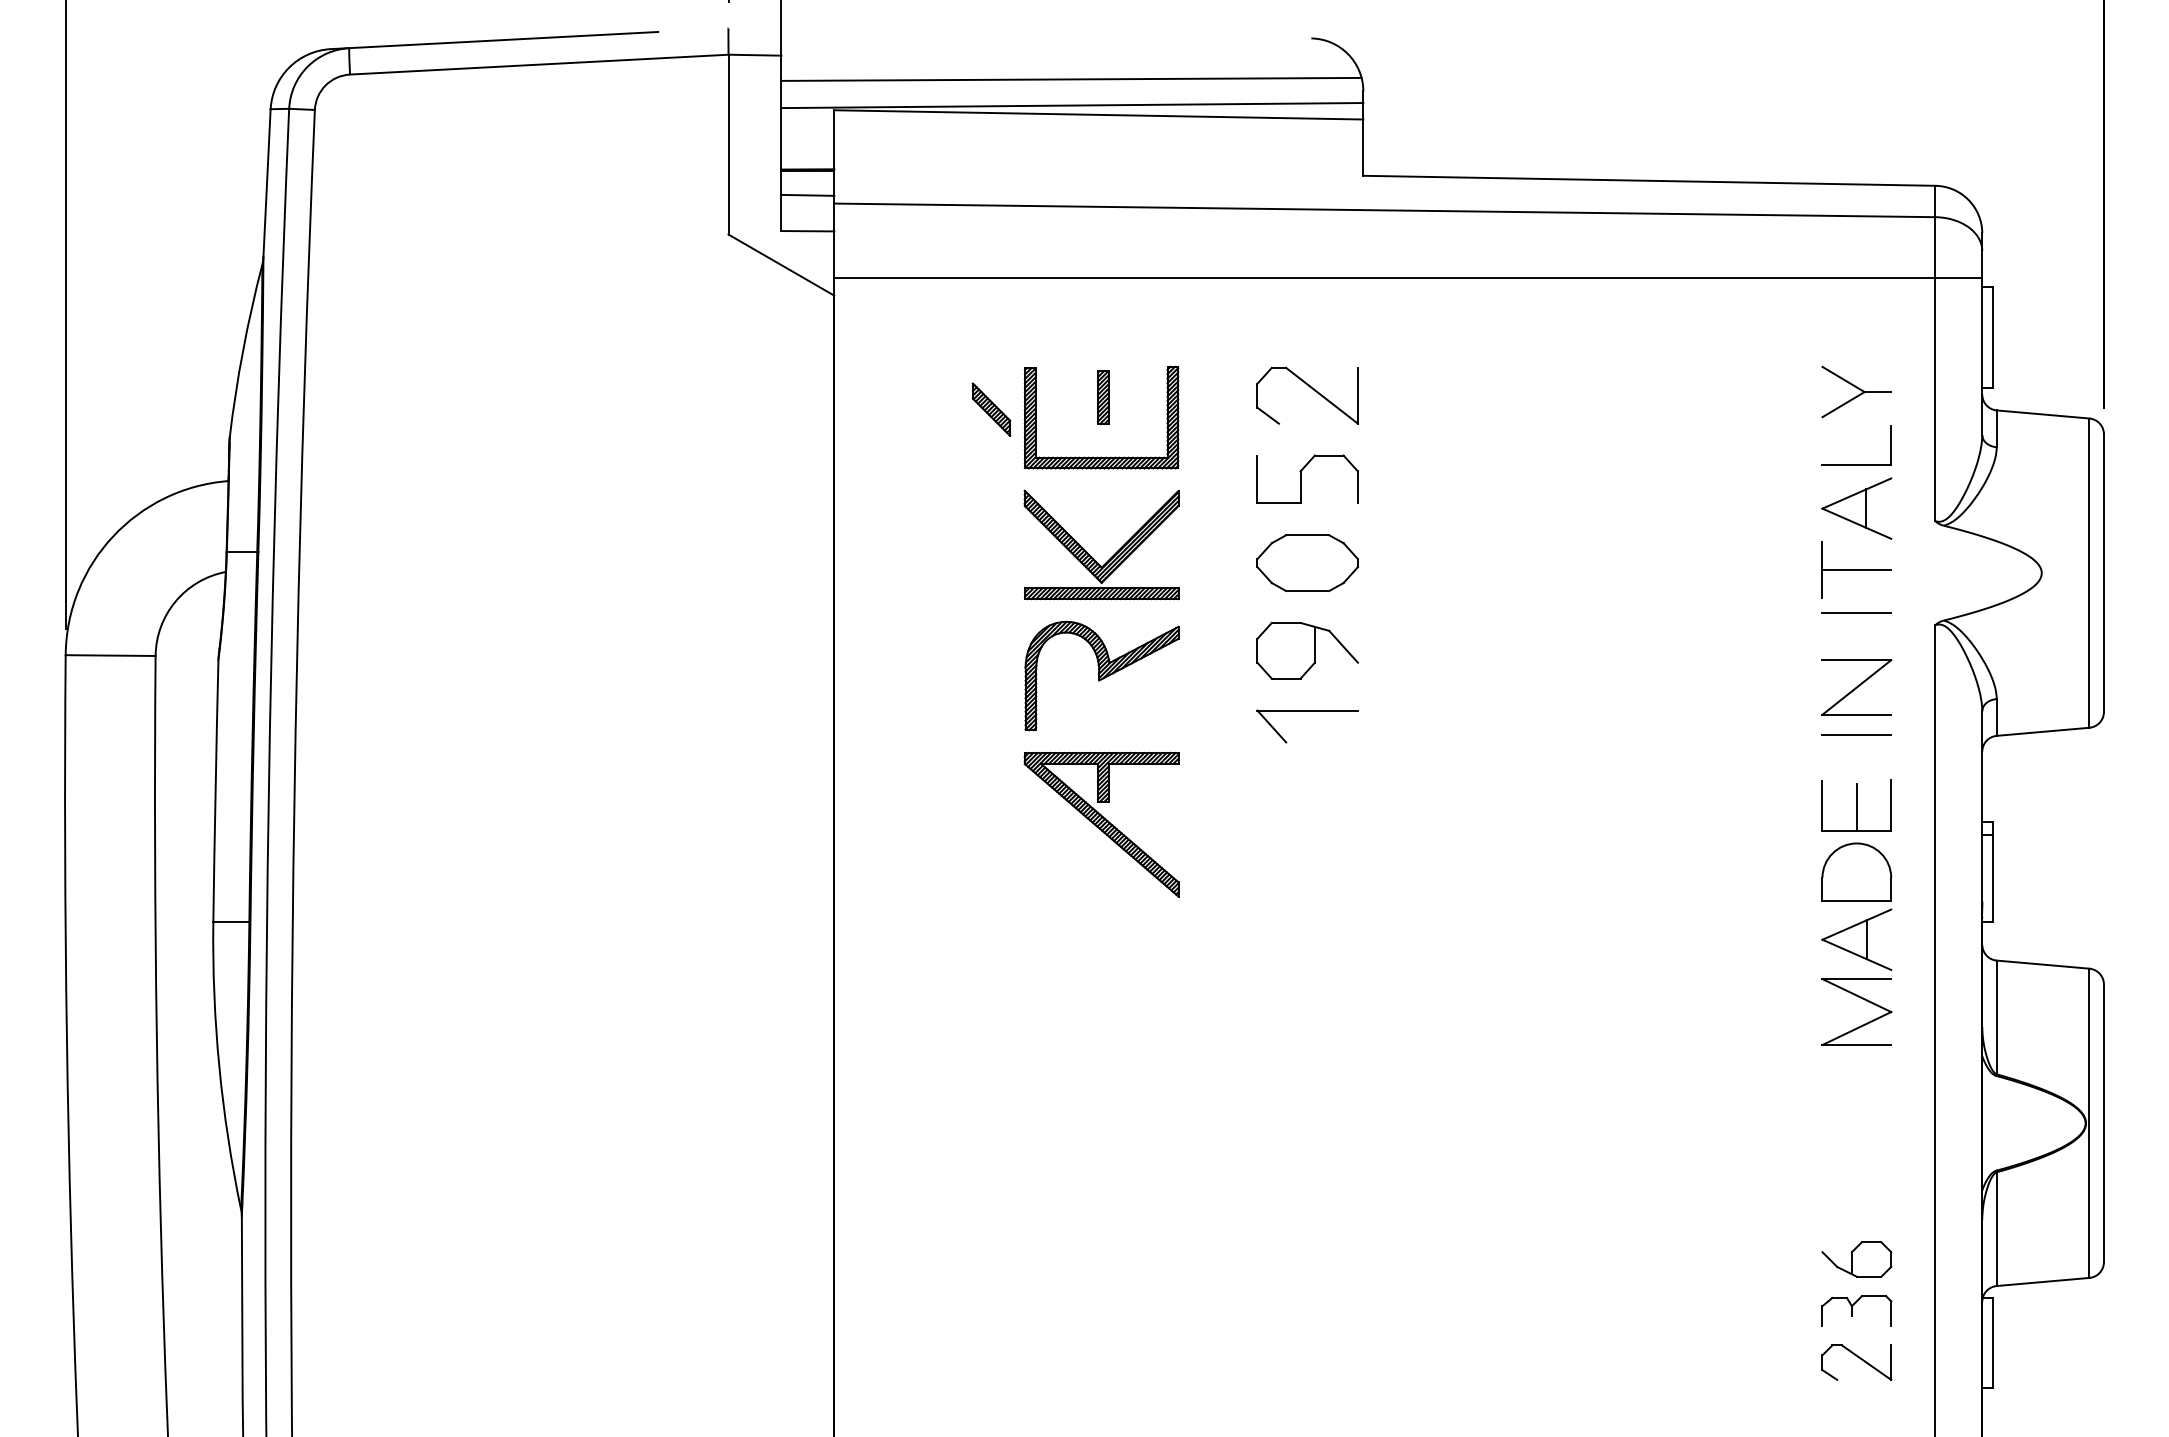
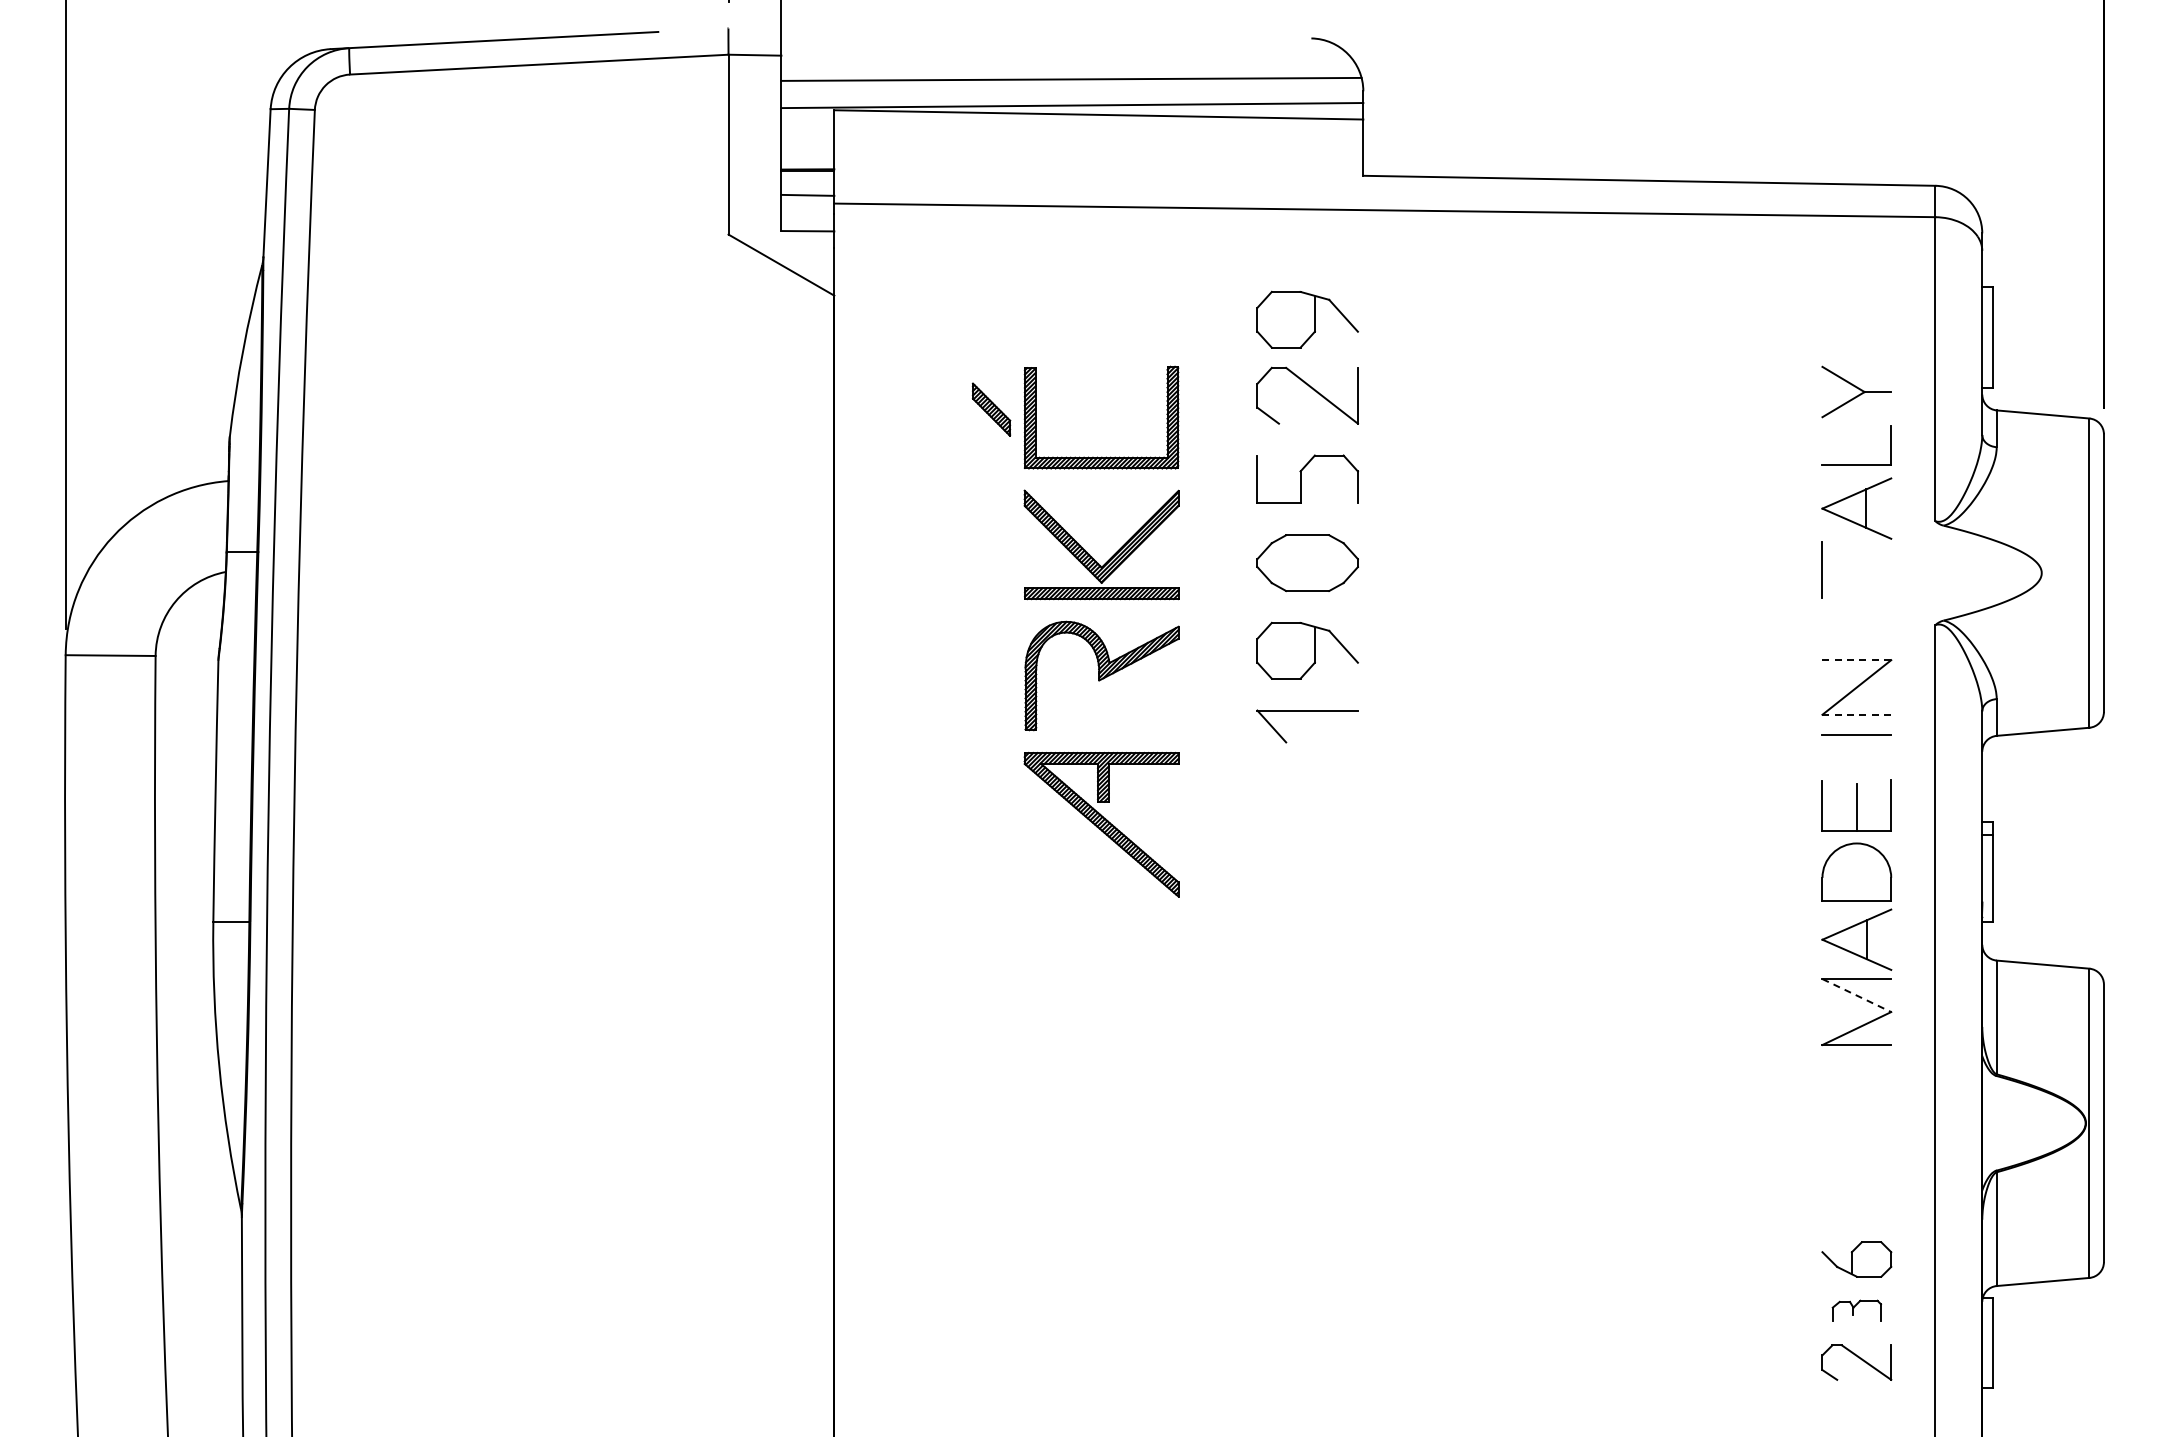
line at (1408, 278): present -> none
part at (1307, 319): none -> present
part at (1103, 397): present -> none
line at (1856, 570): present -> none
line at (1856, 612): present -> none
line at (1857, 660): solid -> dashed
line at (1857, 714): solid -> dashed
line at (1857, 995): solid -> dashed
part at (1856, 1310) size: 72x32 px -> 51x23 px
